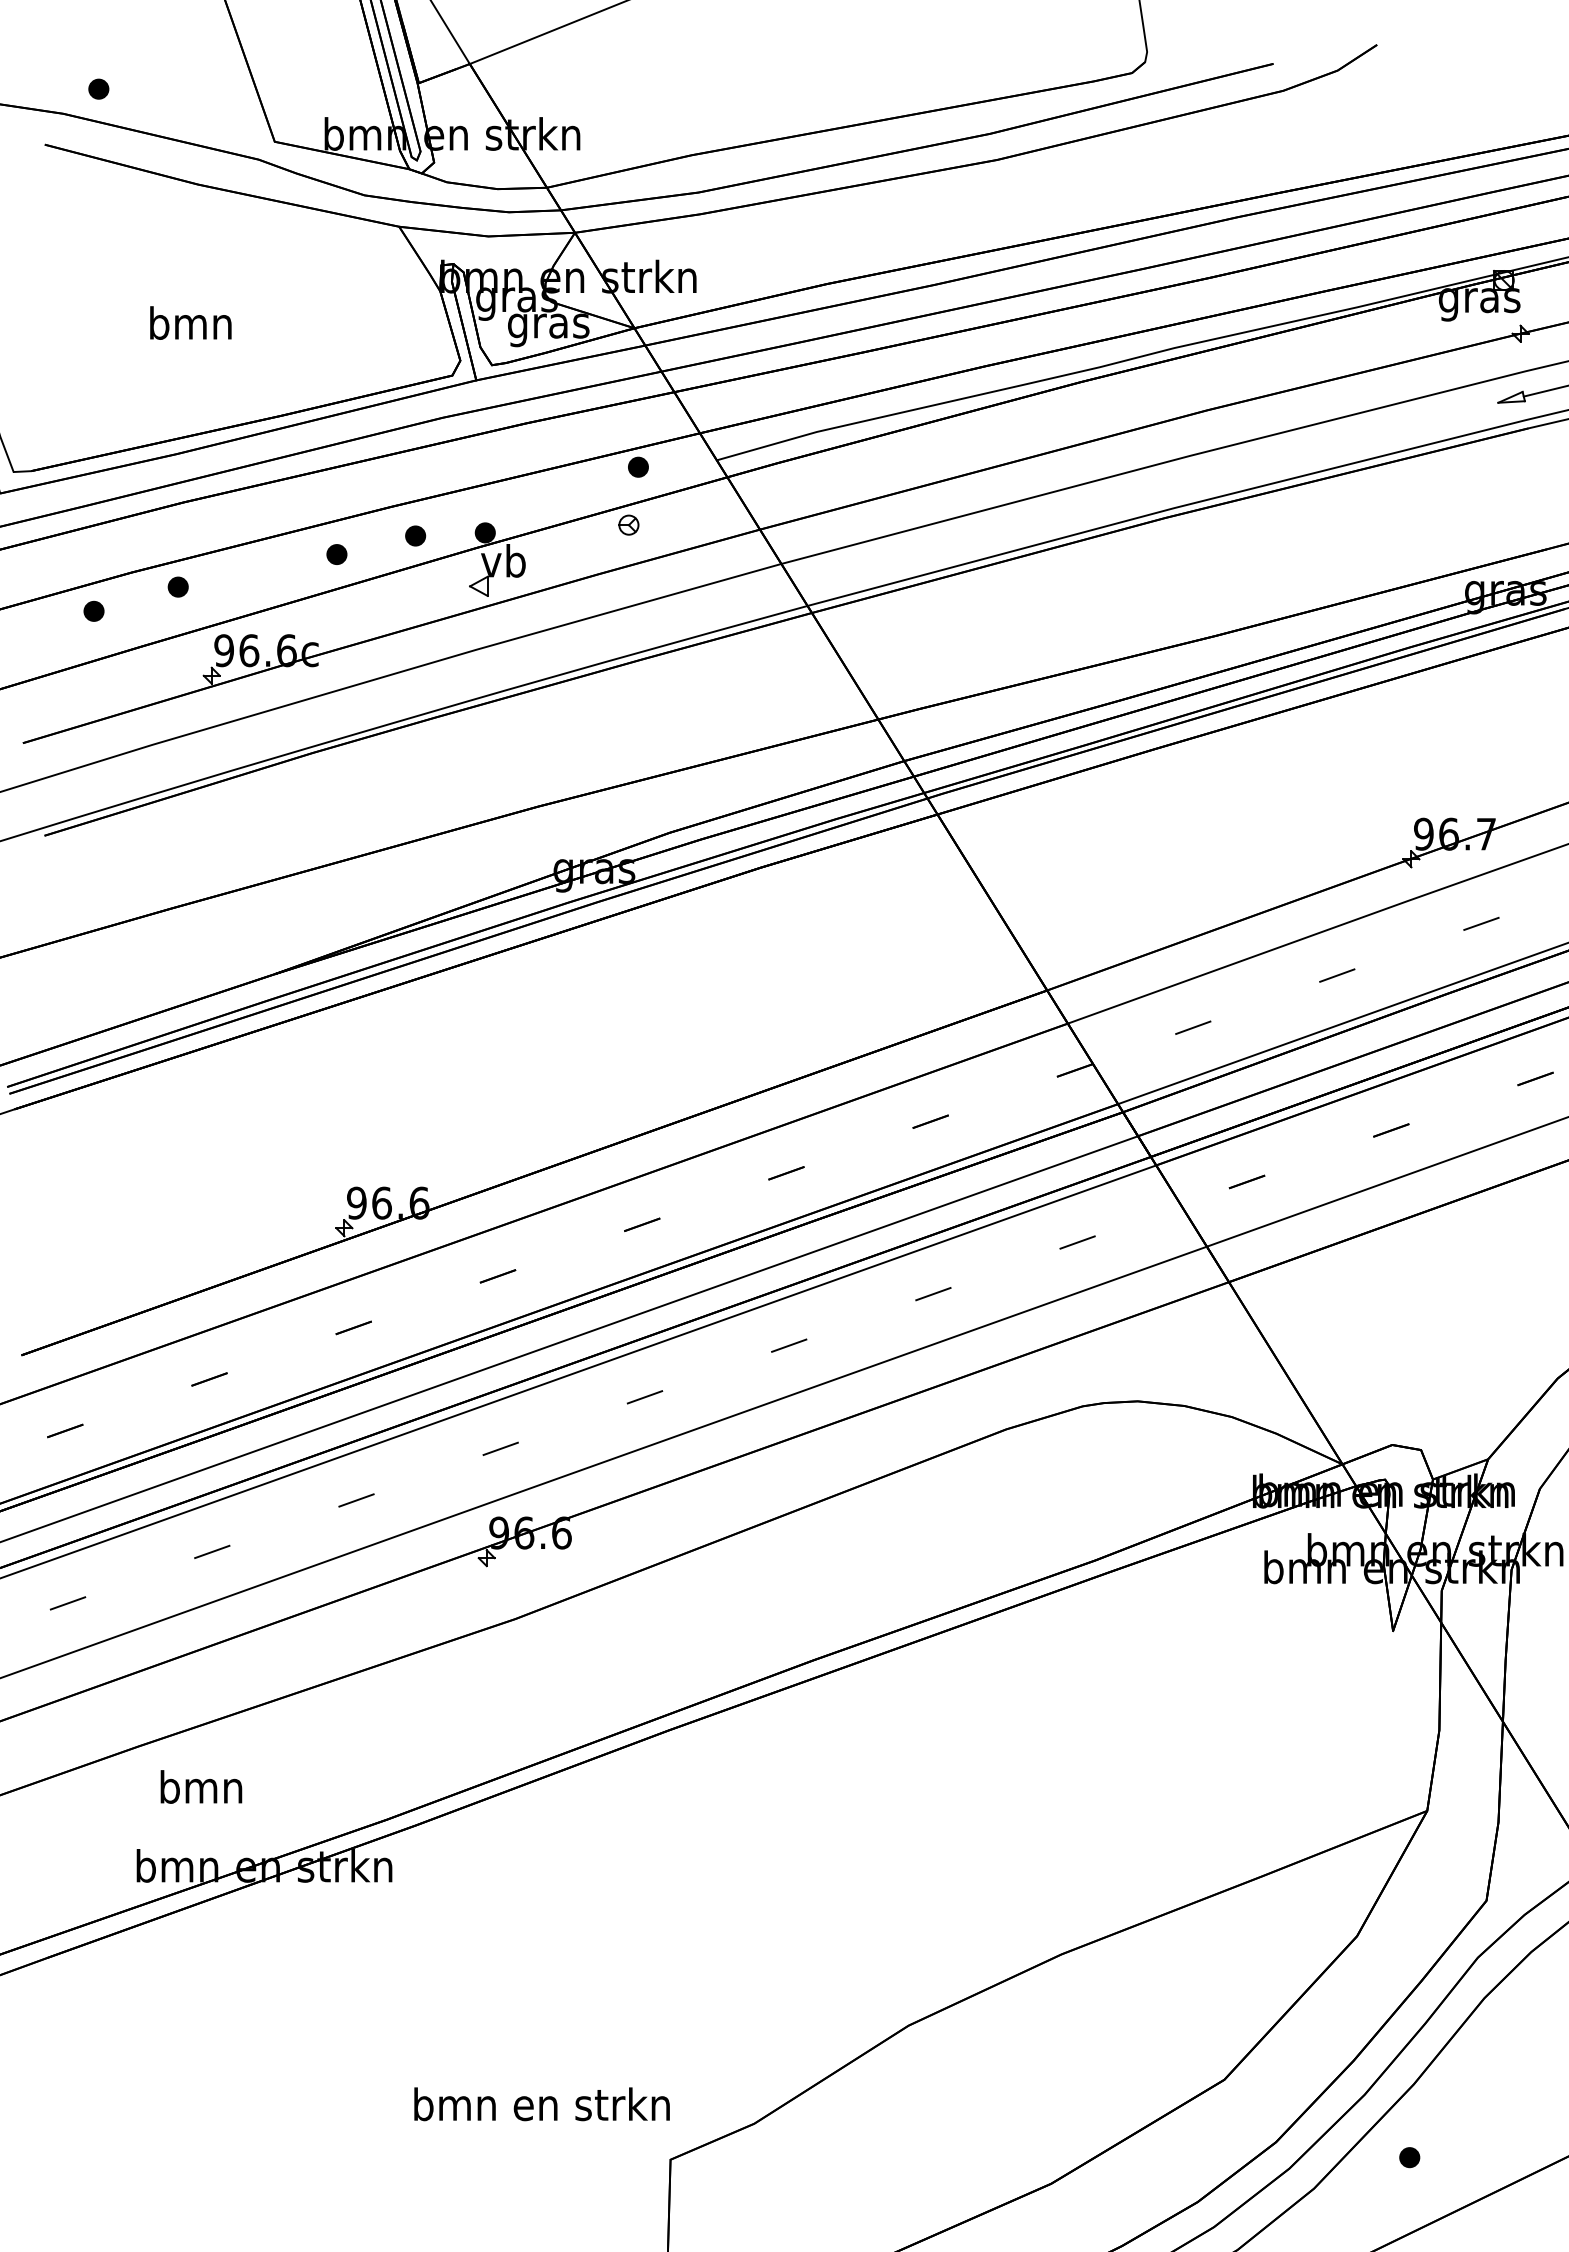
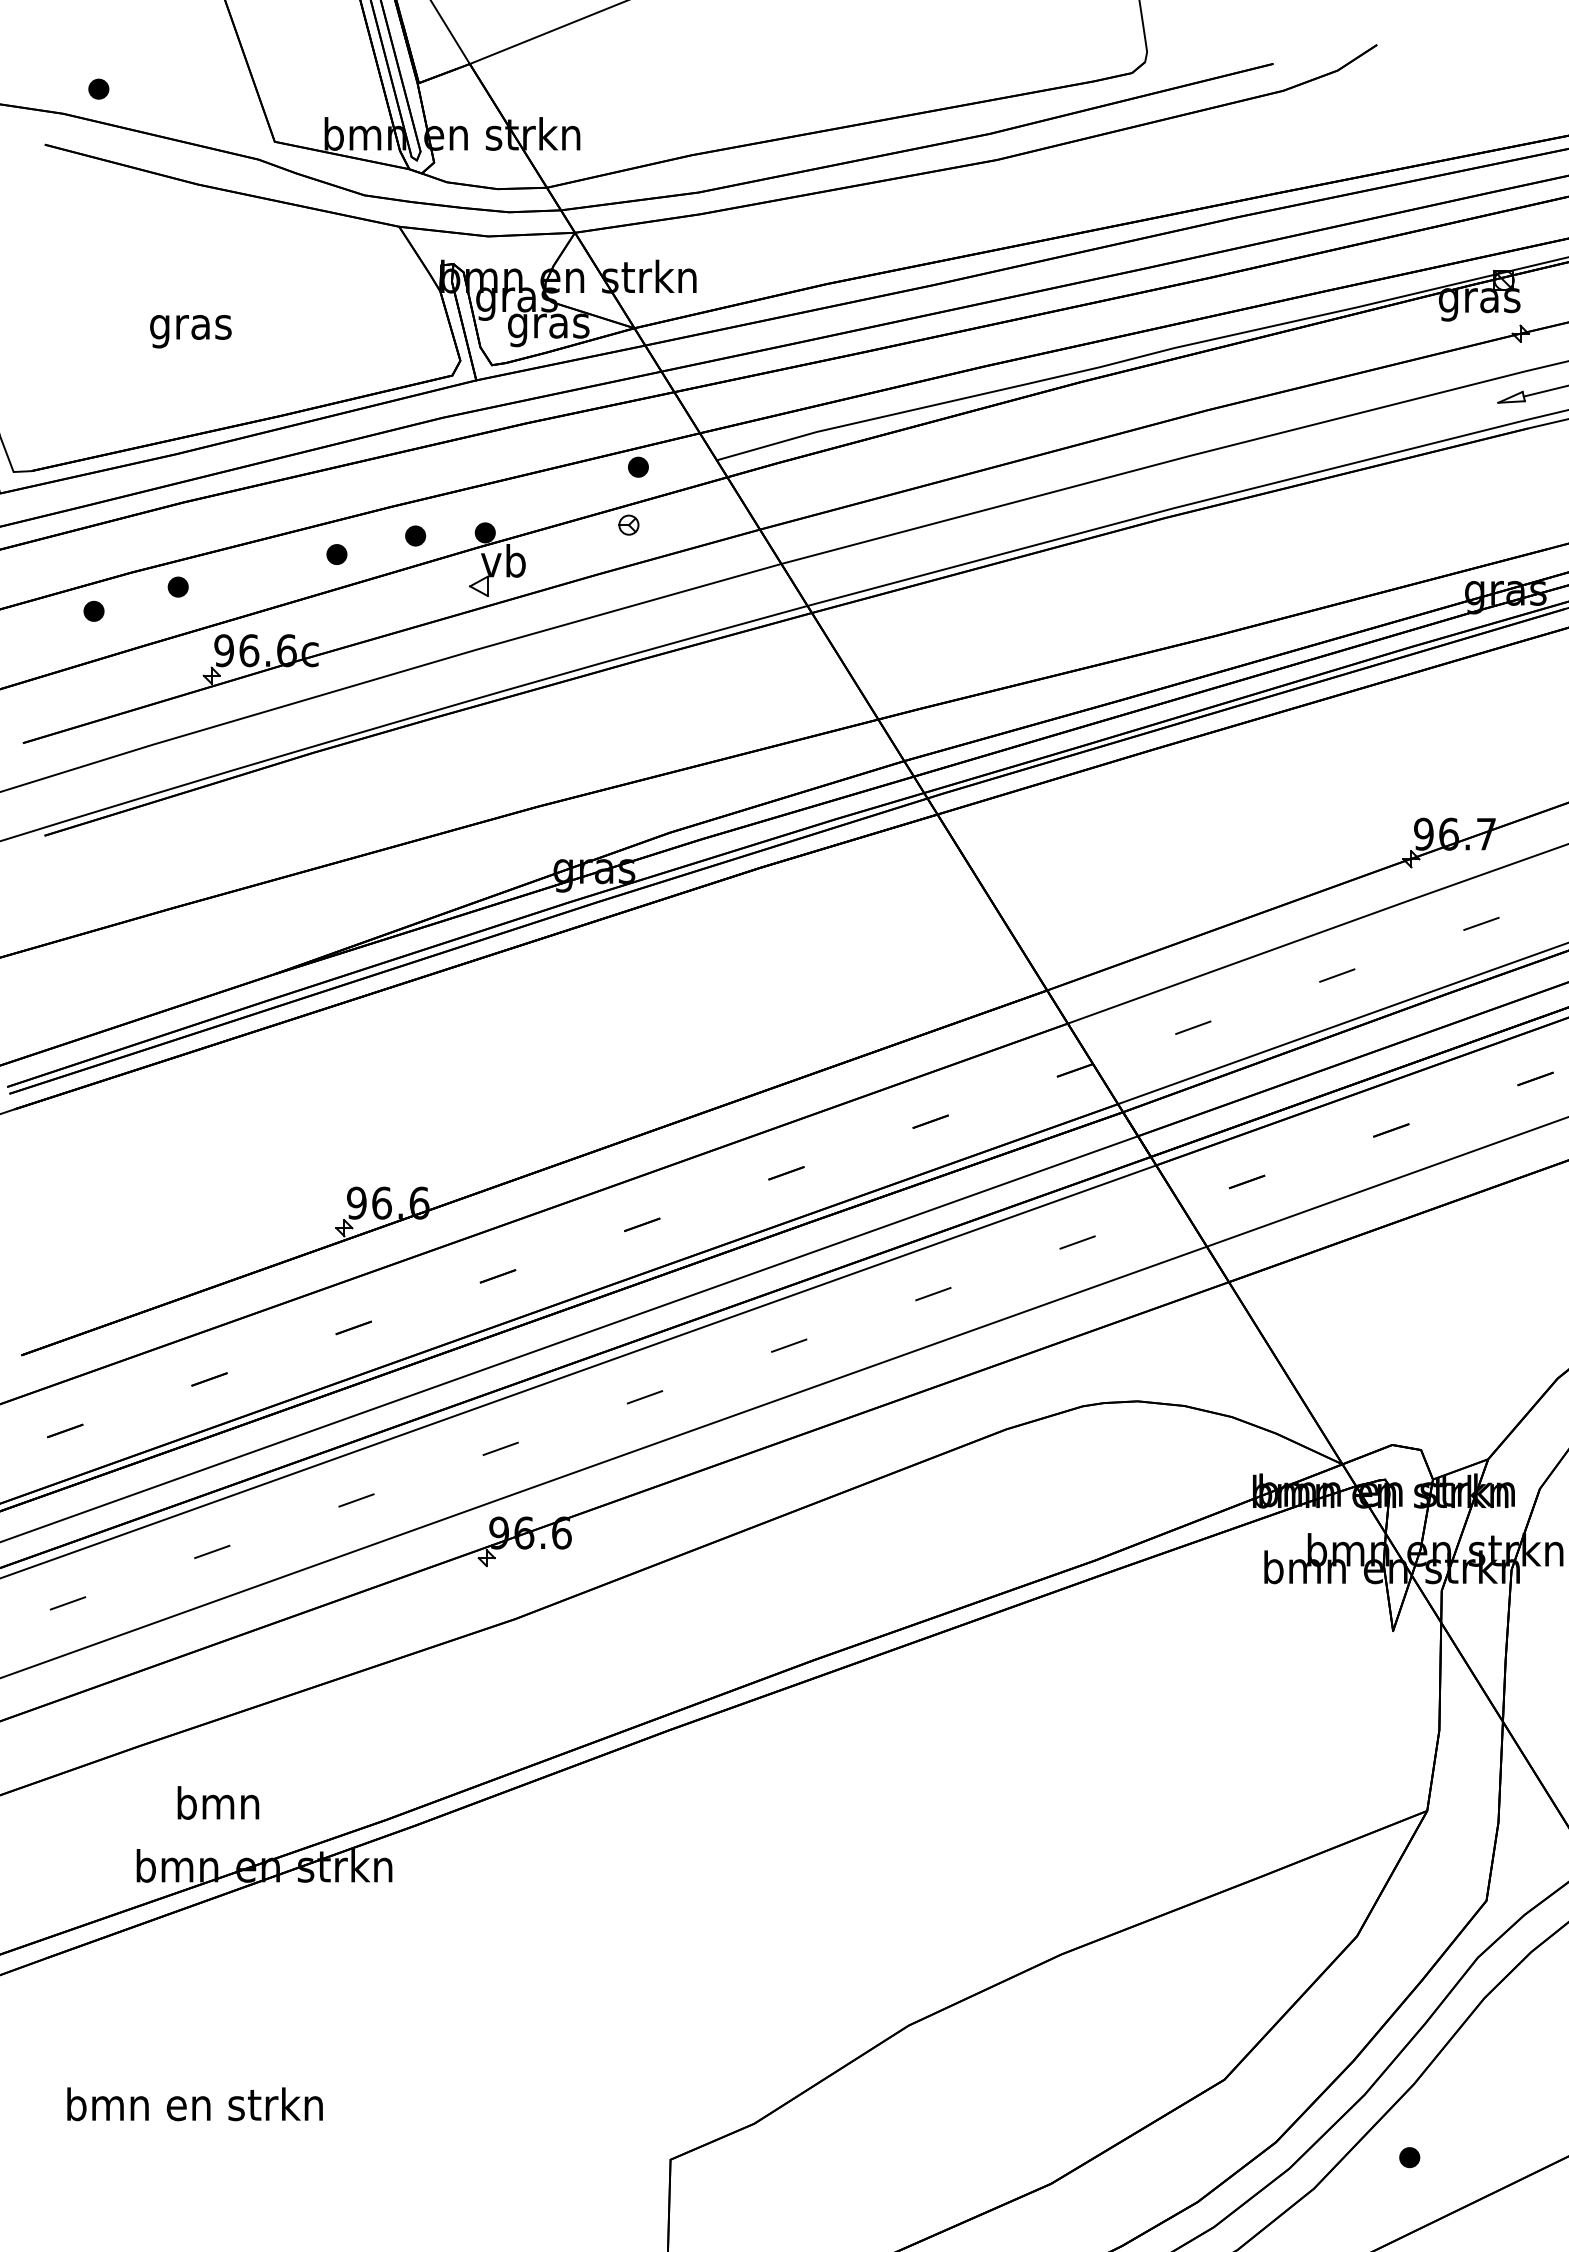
text at (190, 327): bmn -> gras
text at (201, 1786) position: (201, 1786) -> (218, 1802)
text at (541, 2104) position: (541, 2104) -> (194, 2104)
